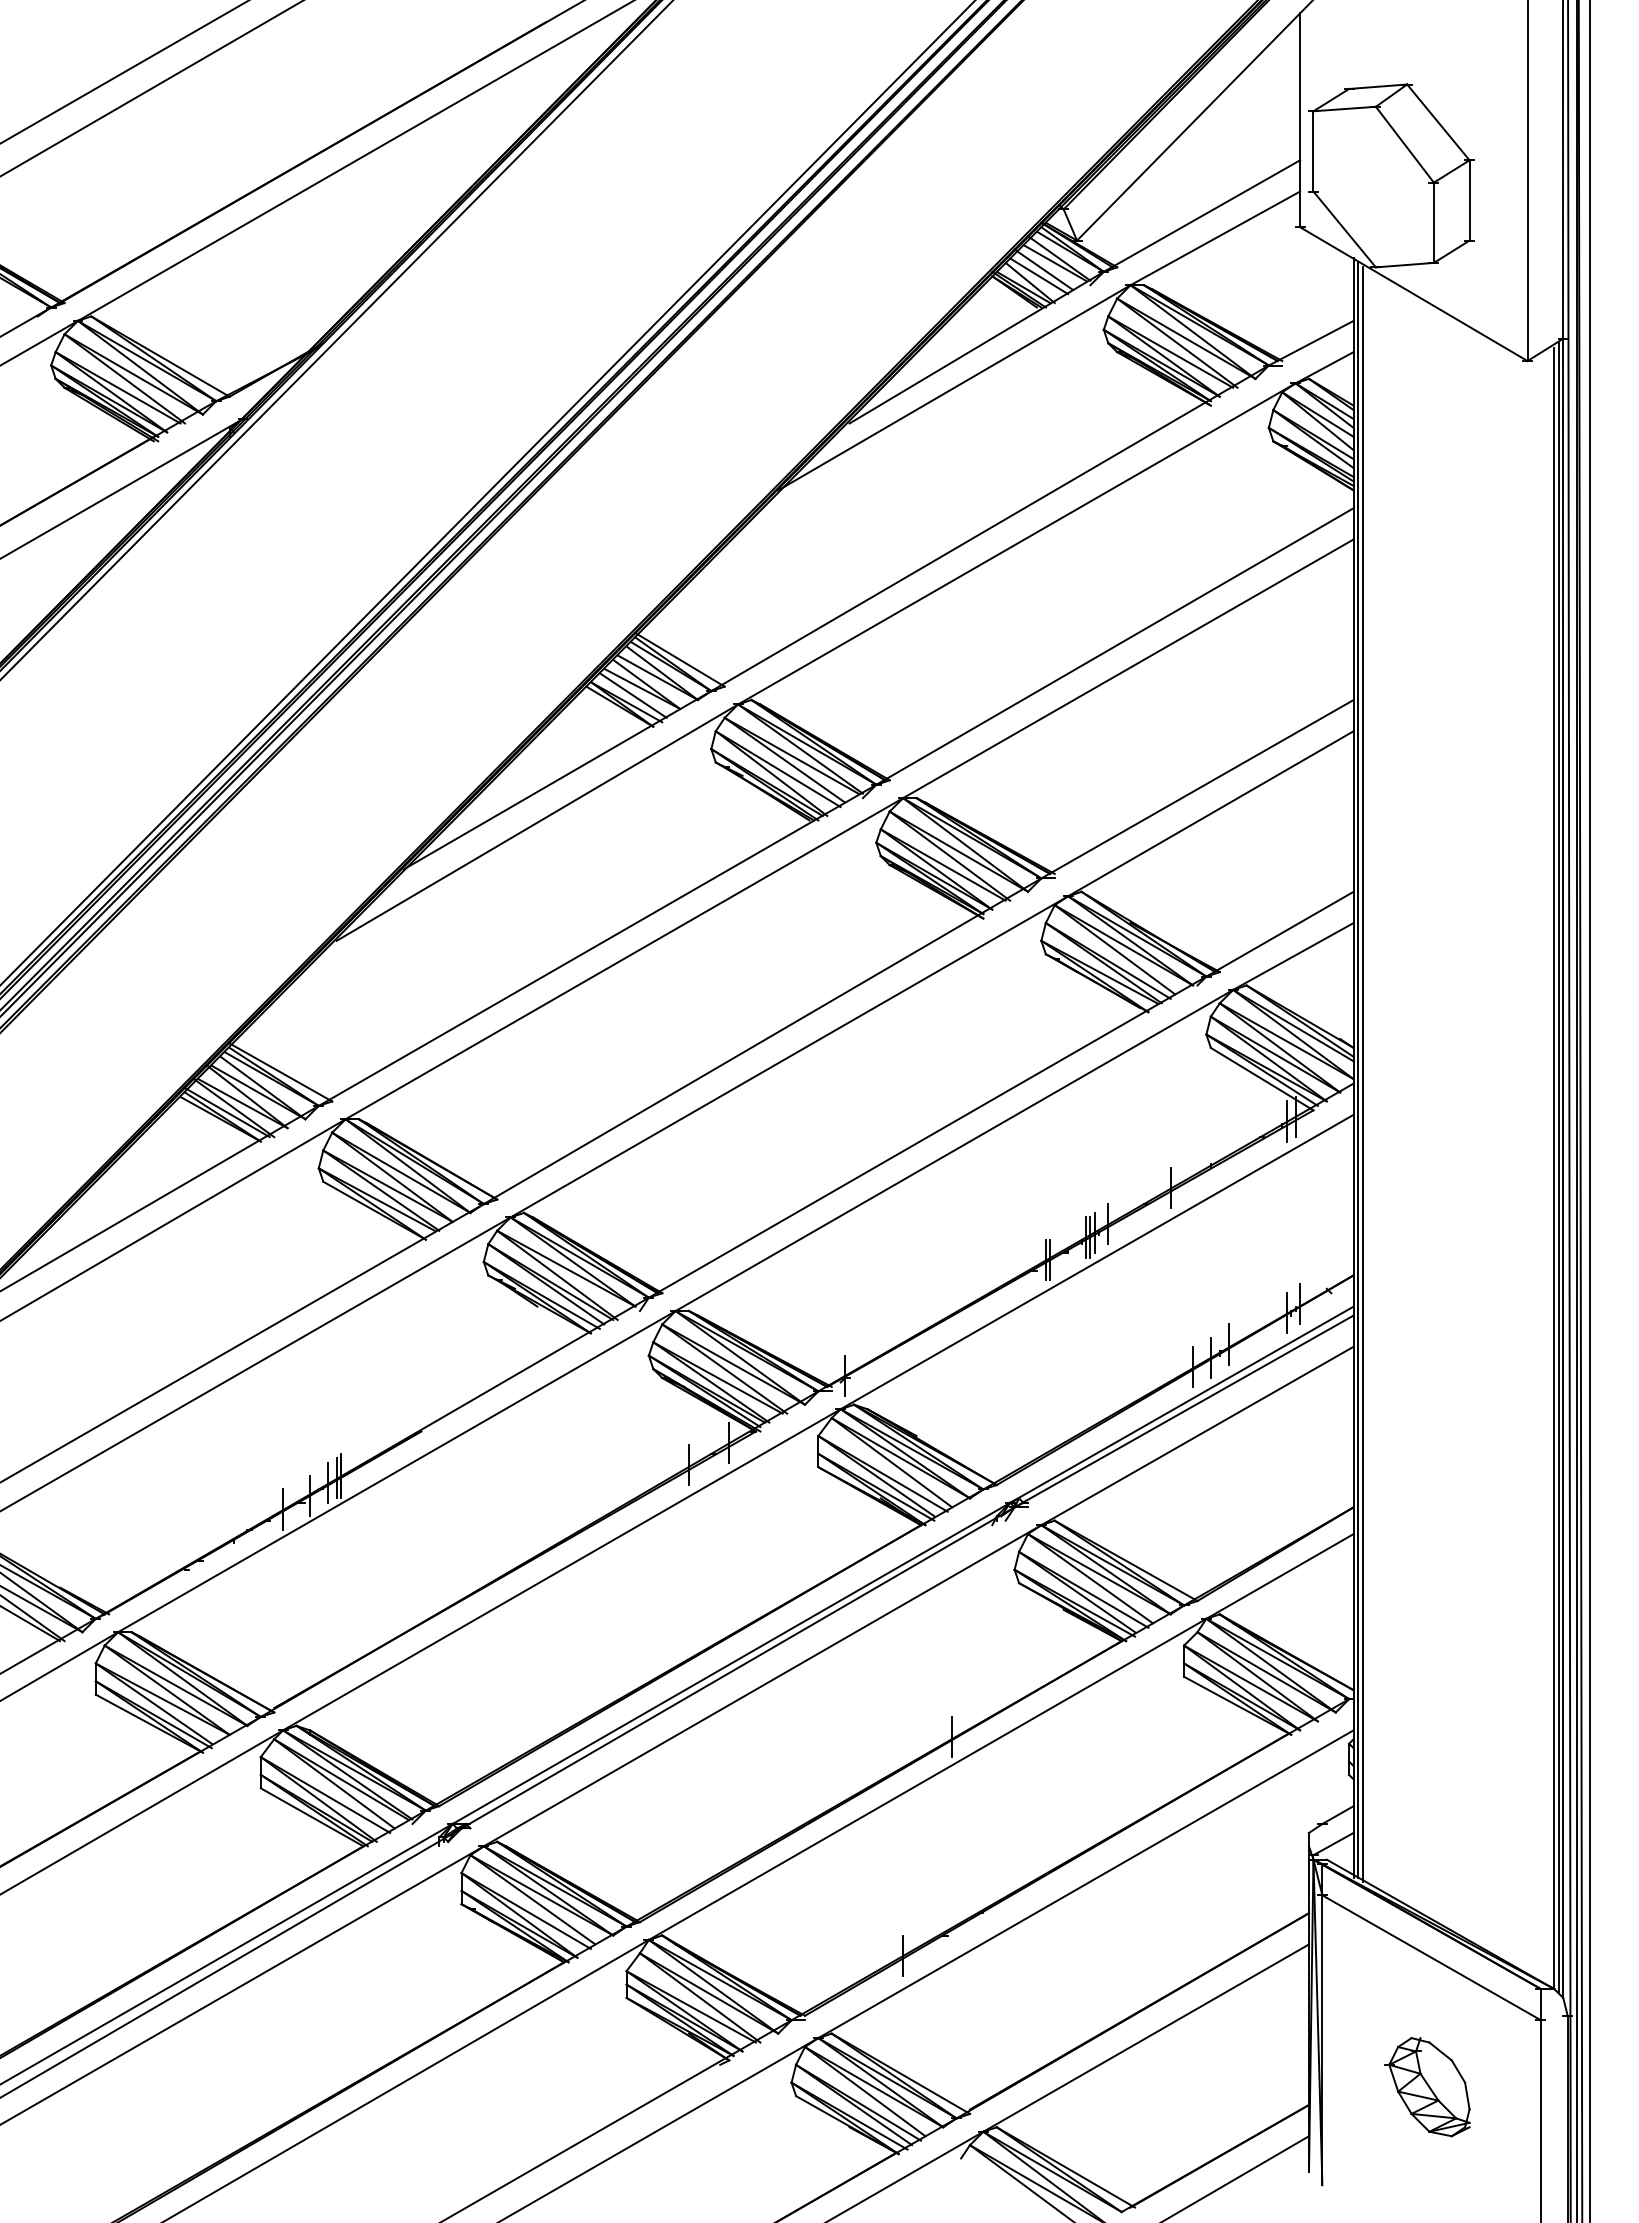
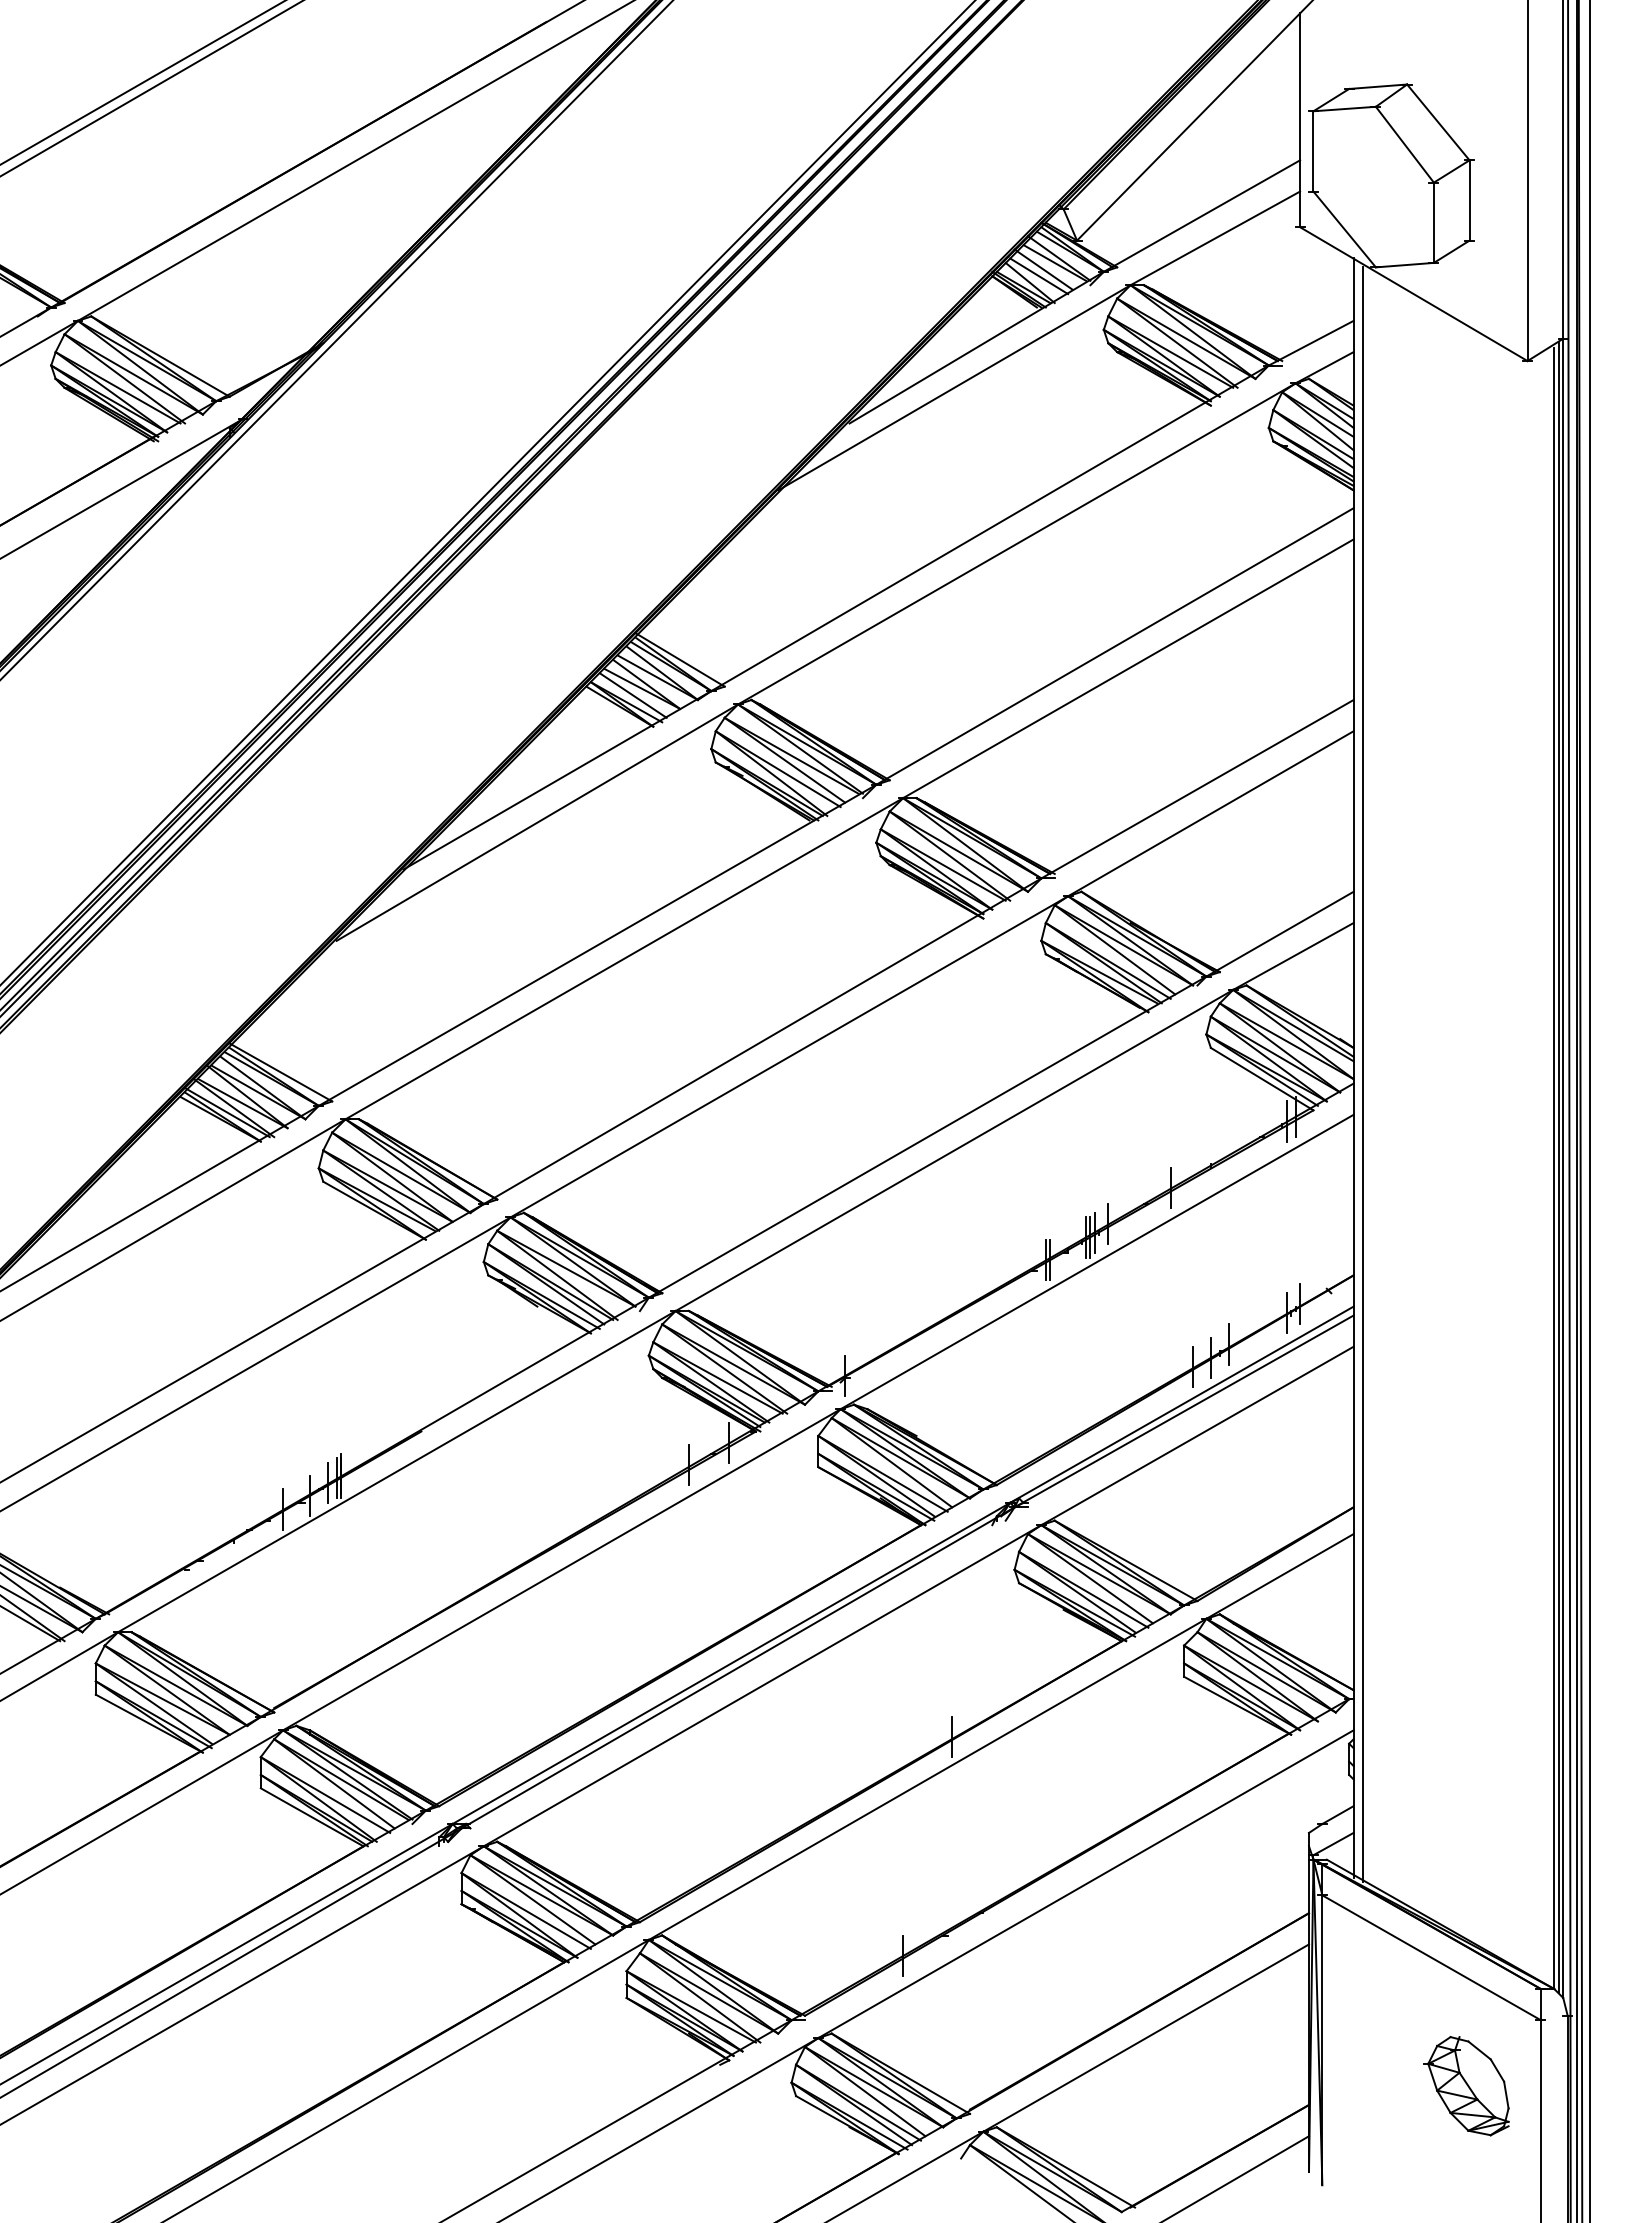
line at (124, 72) position: (124, 72) -> (142, 82)
line at (1358, 1069): present -> none
part at (1427, 2087) position: (1427, 2087) -> (1466, 2086)
